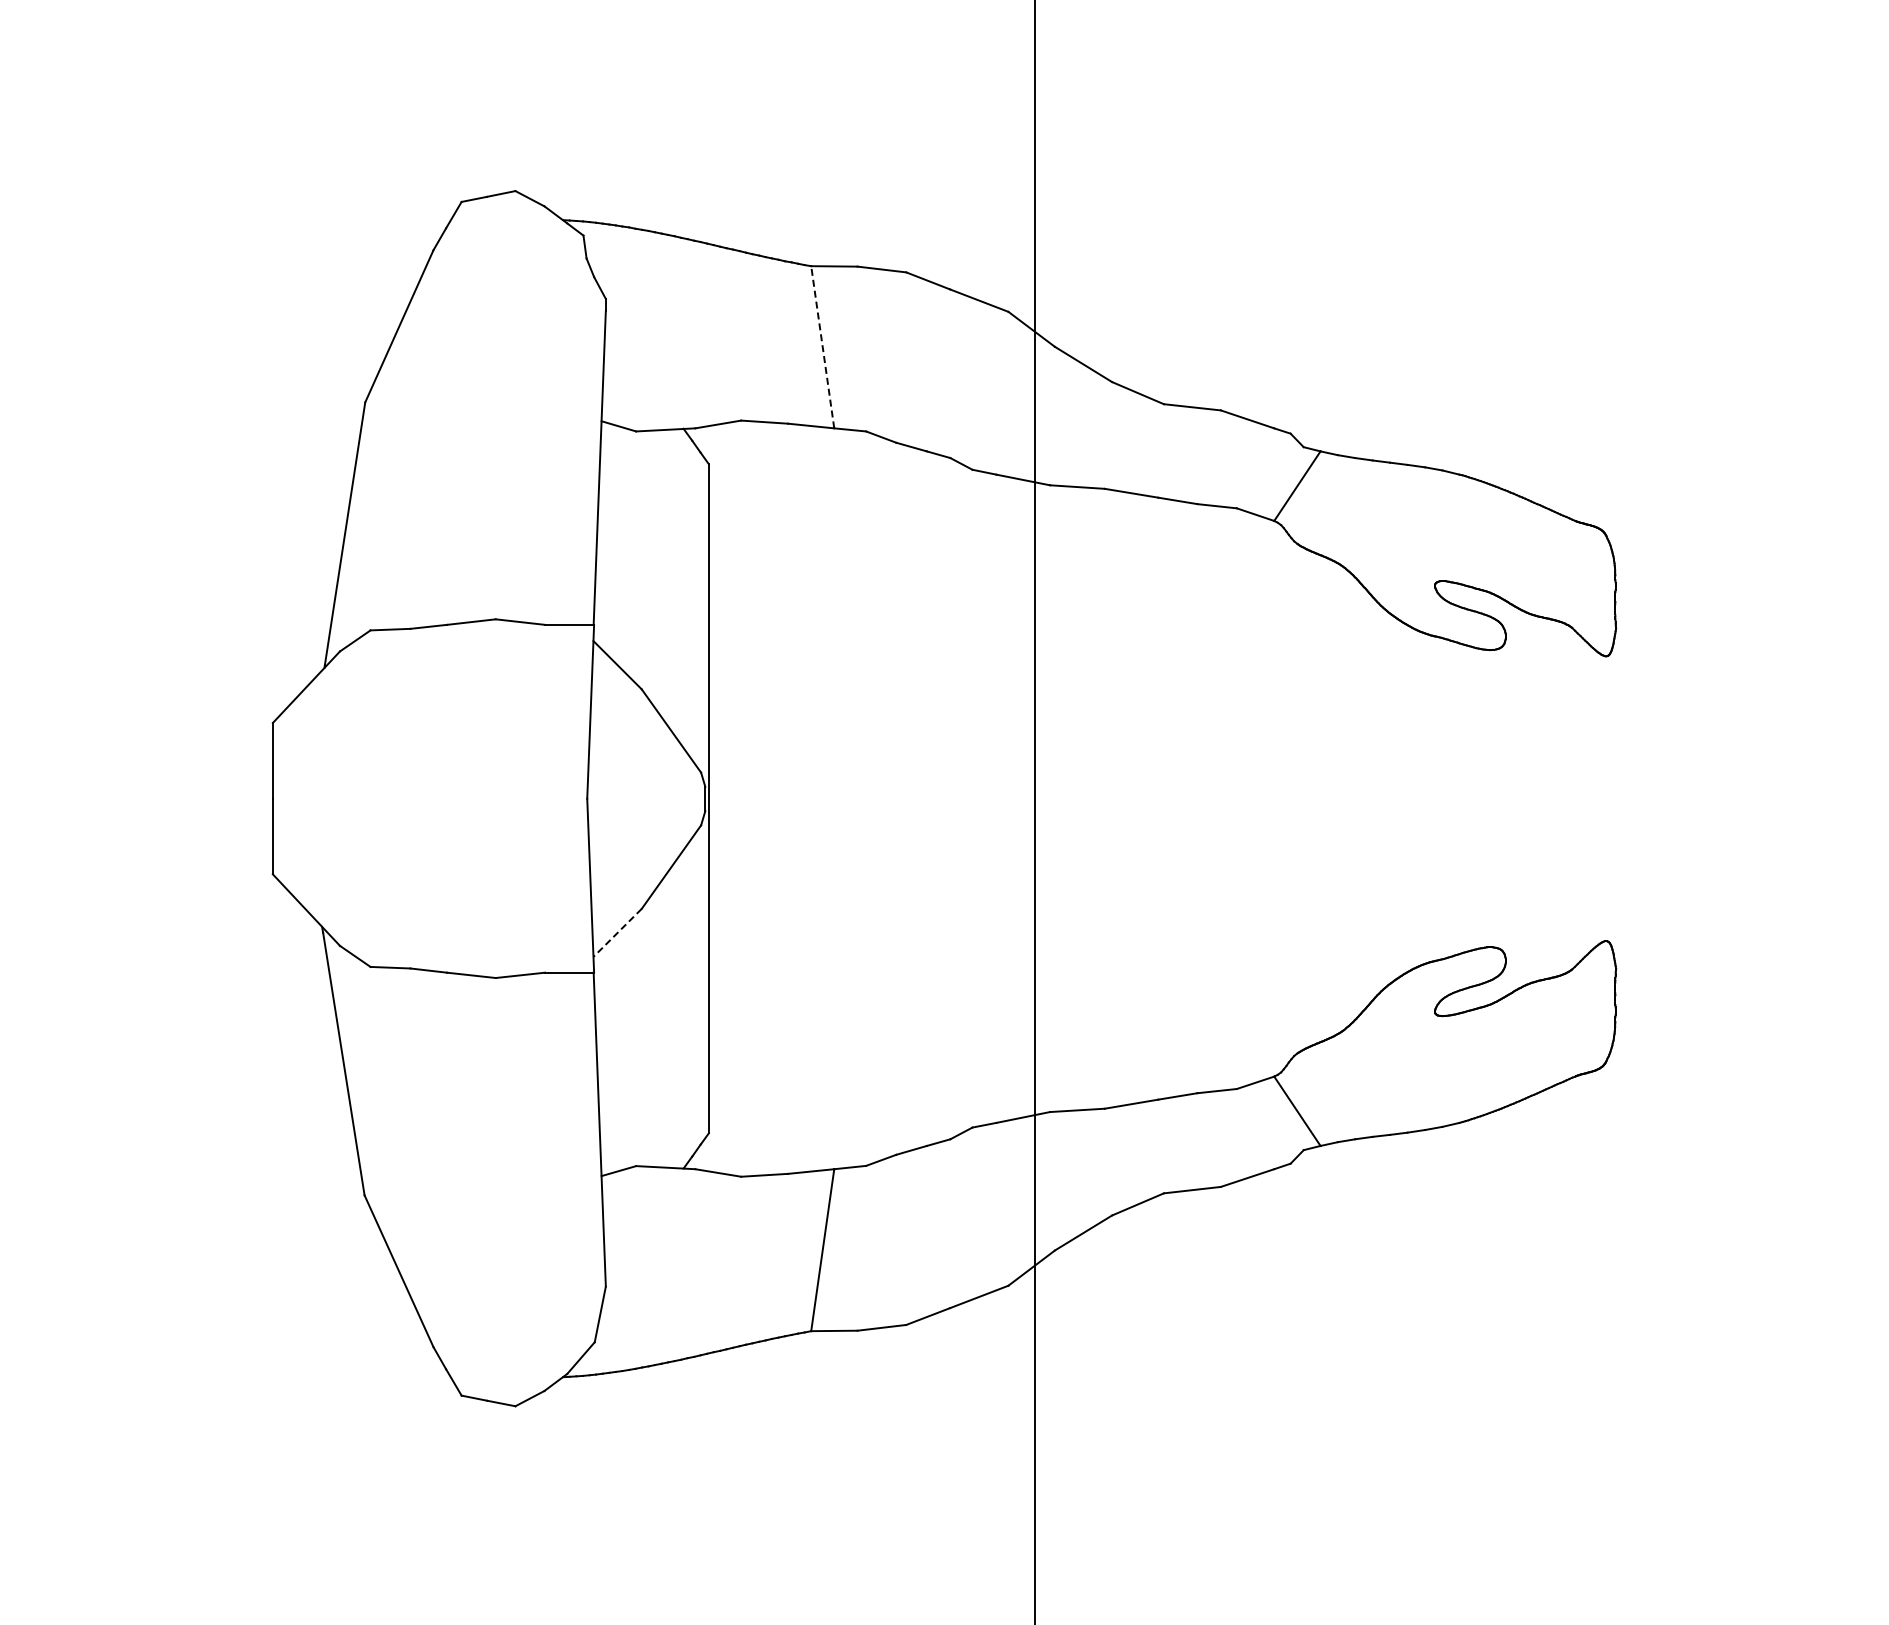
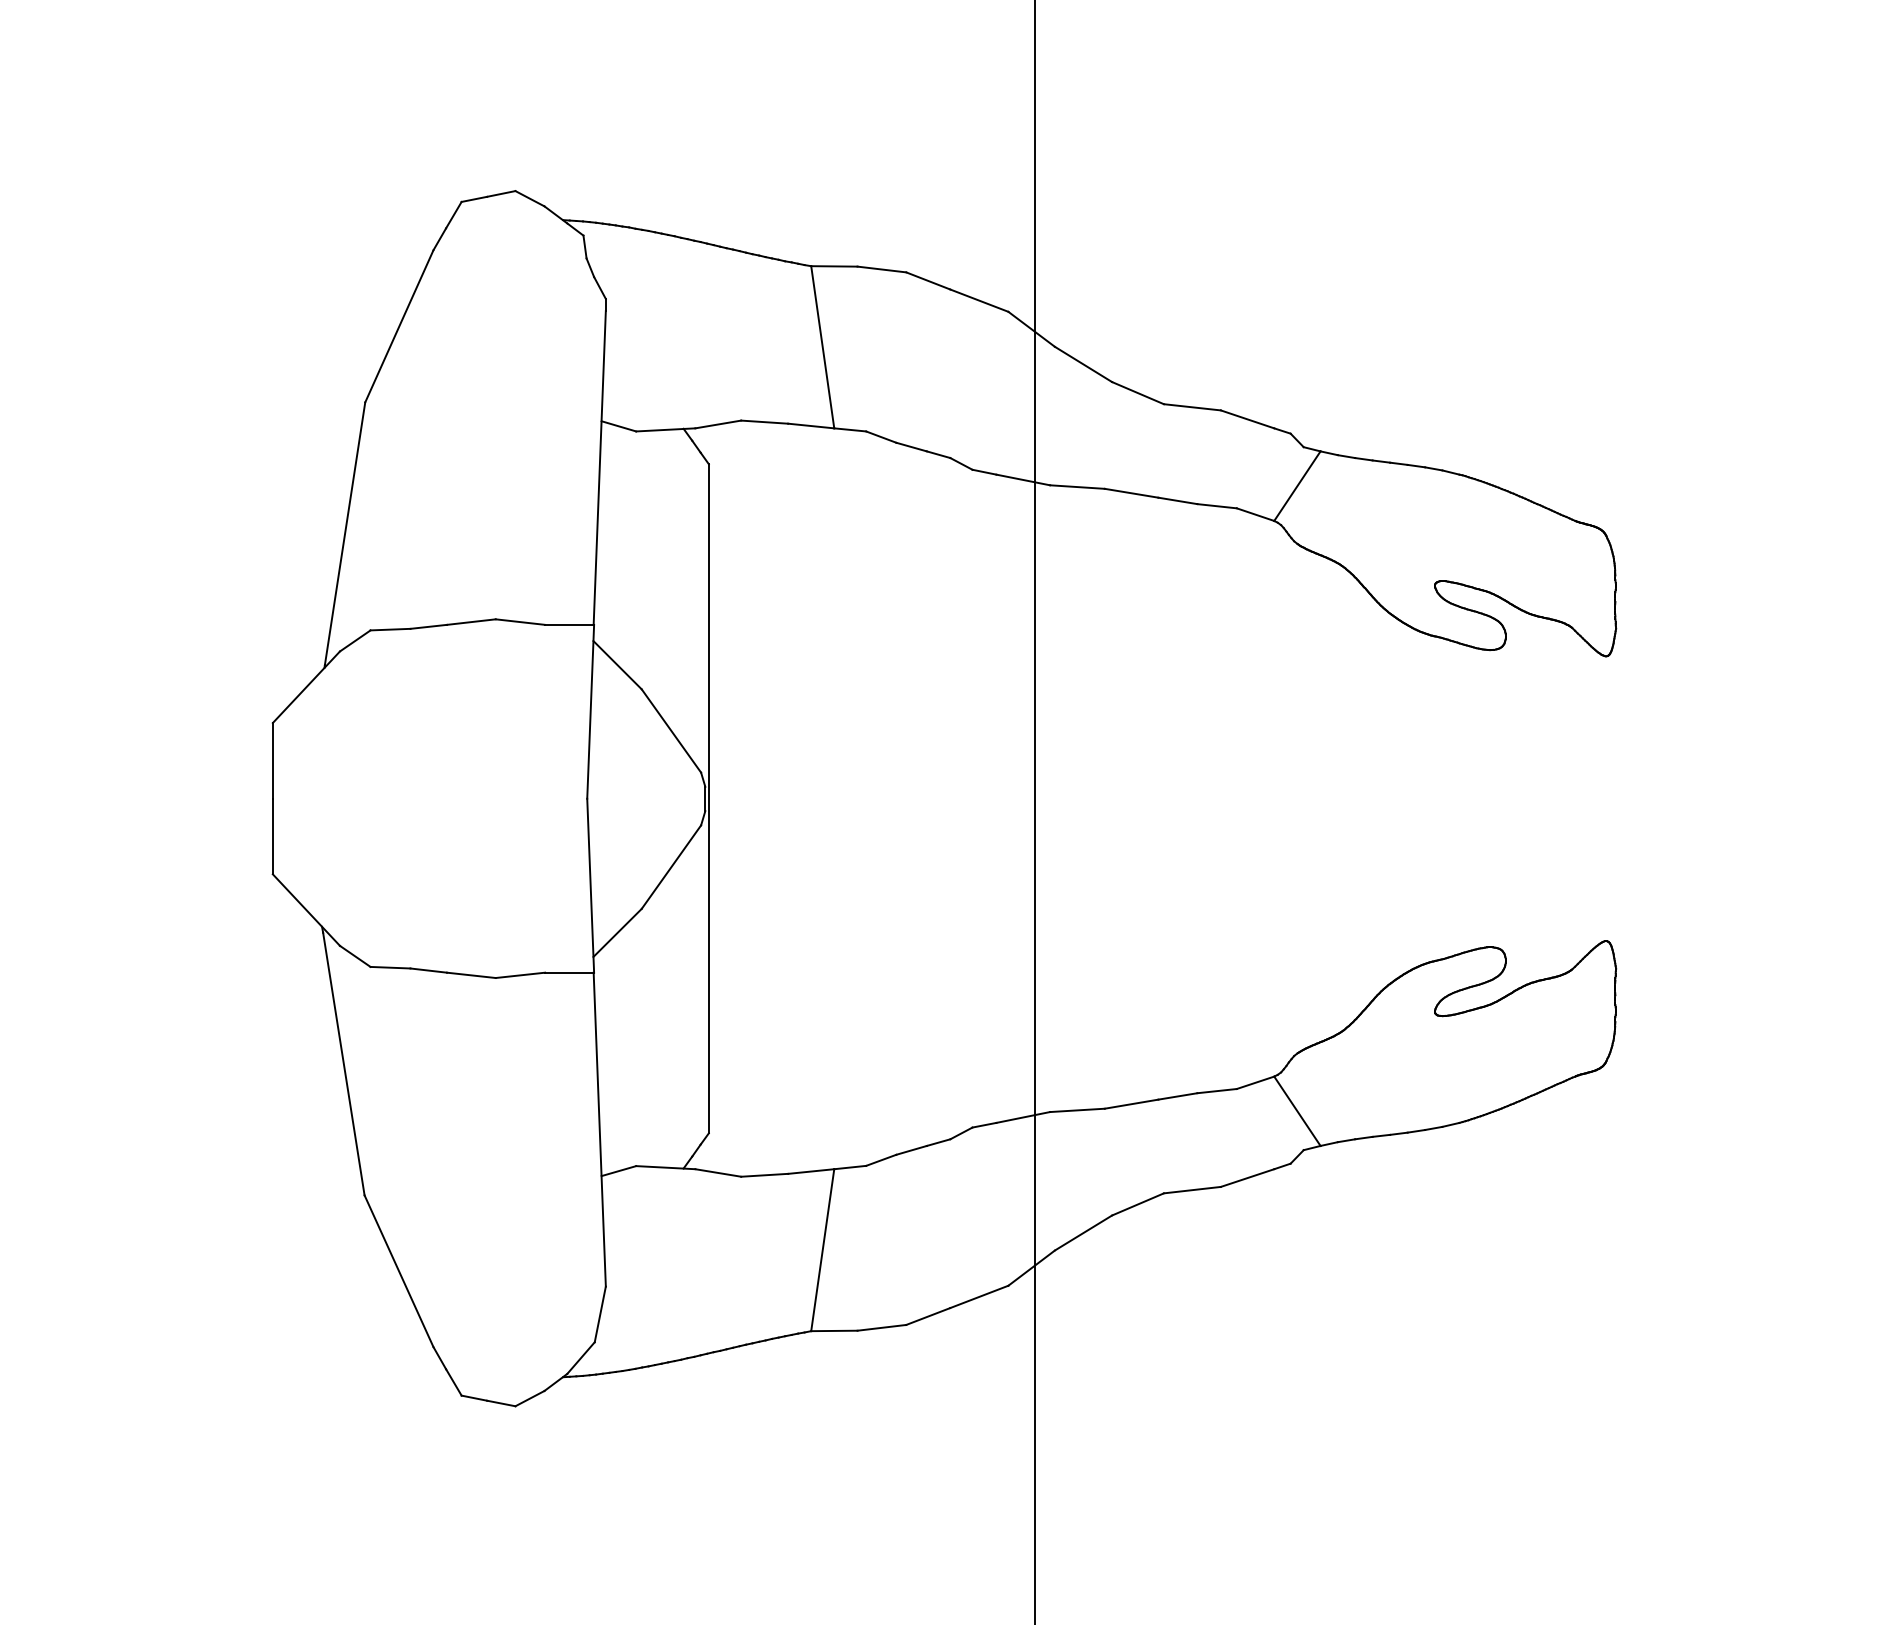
line at (822, 347): dashed -> solid
line at (617, 933): dashed -> solid
